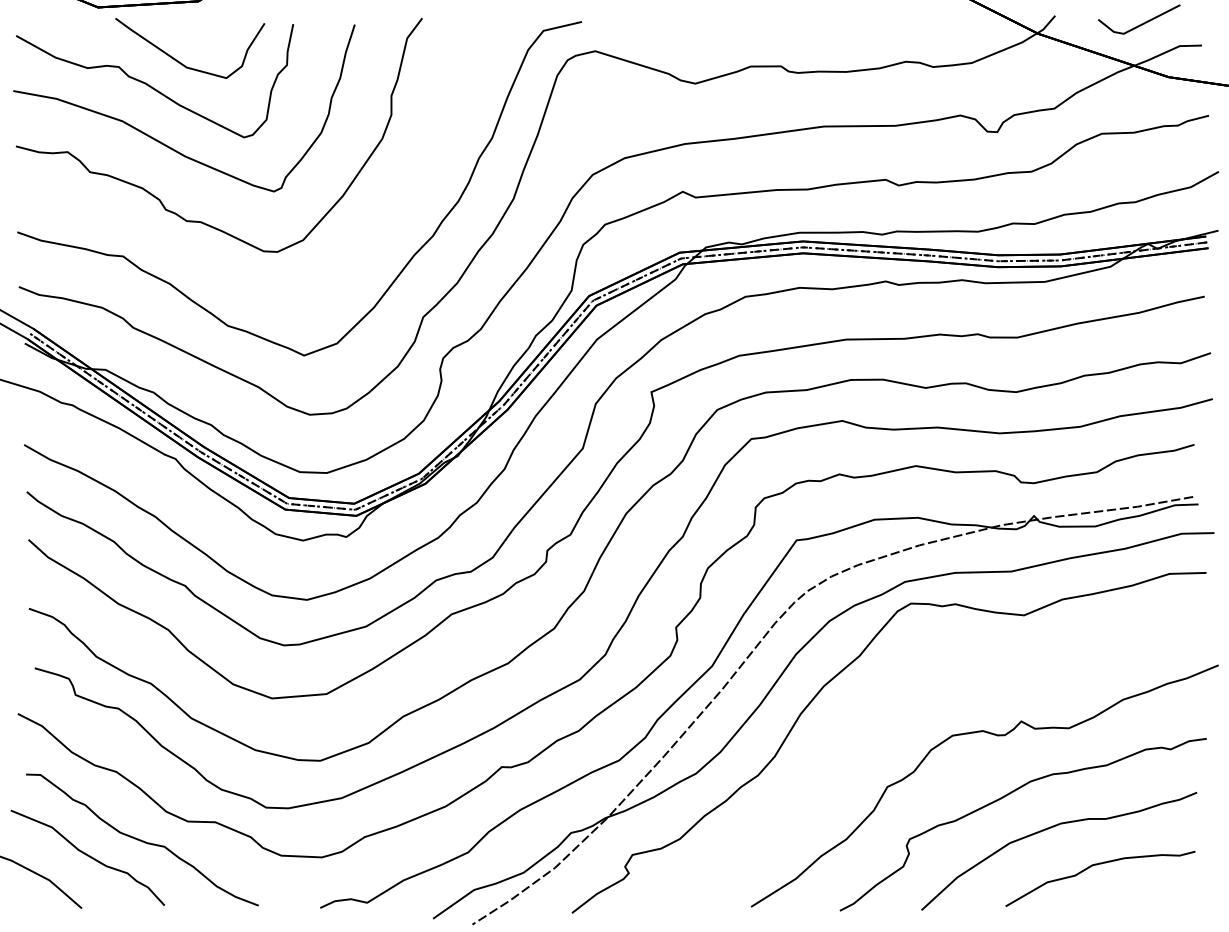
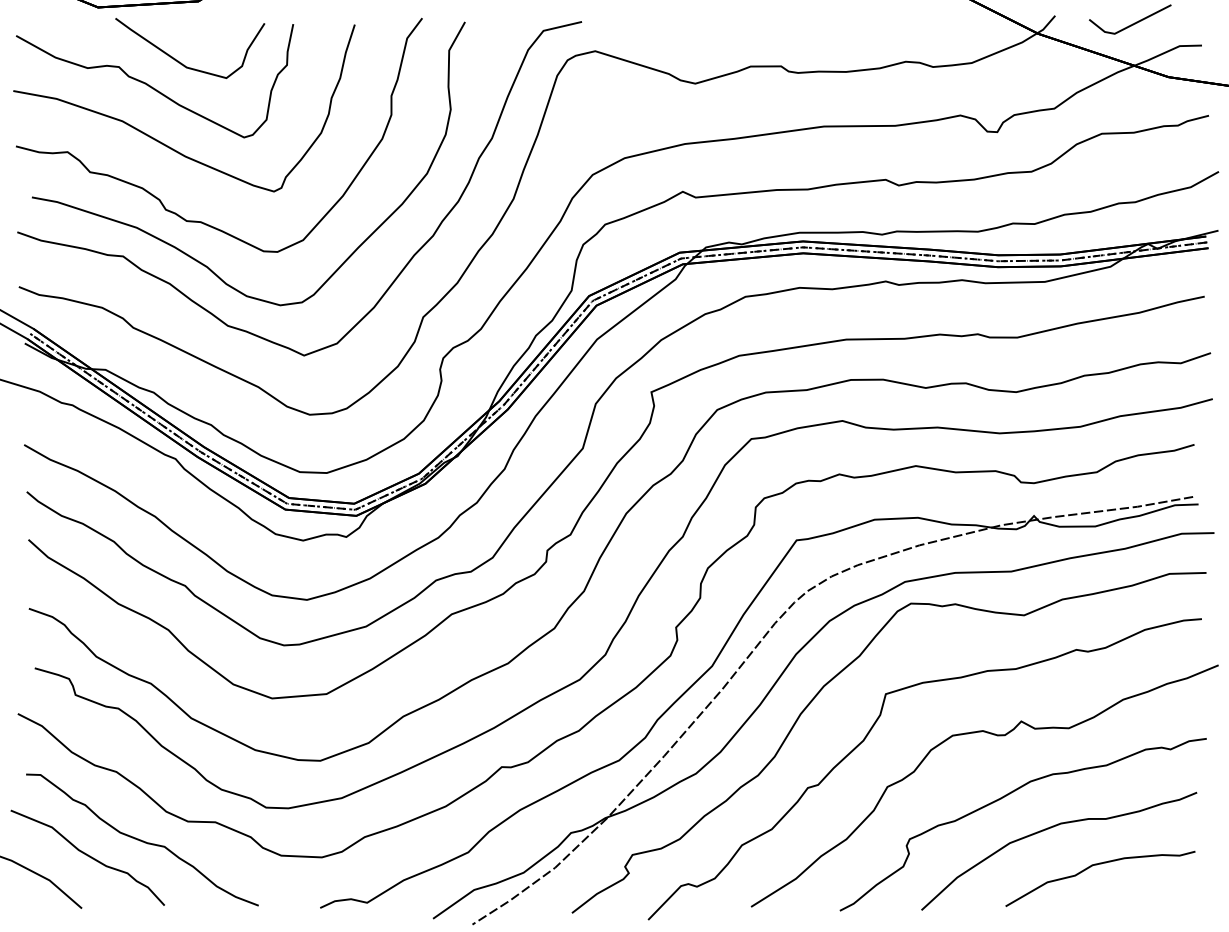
line at (1141, 23) position: (1141, 23) -> (1132, 23)
curve at (187, 253): none -> present
curve at (869, 733): none -> present
